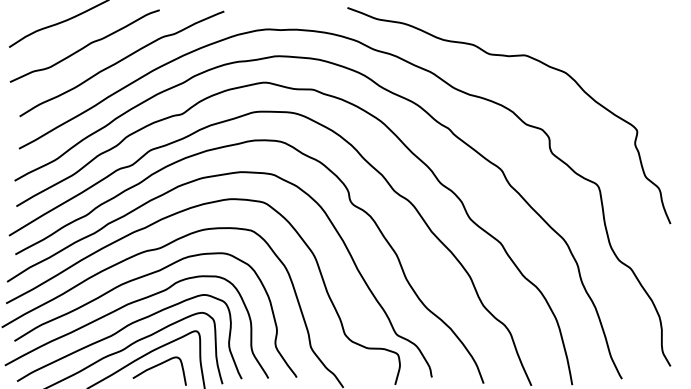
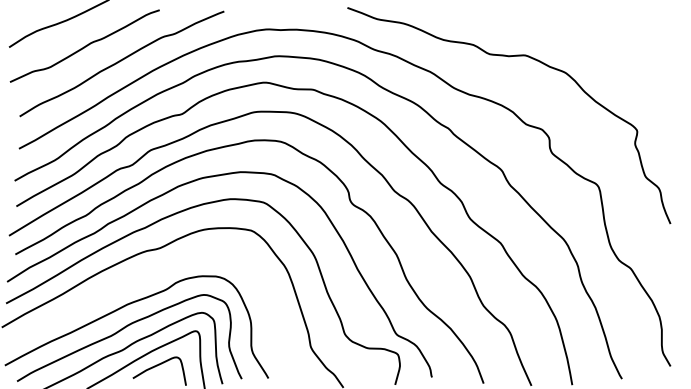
curve at (143, 277): present -> none
